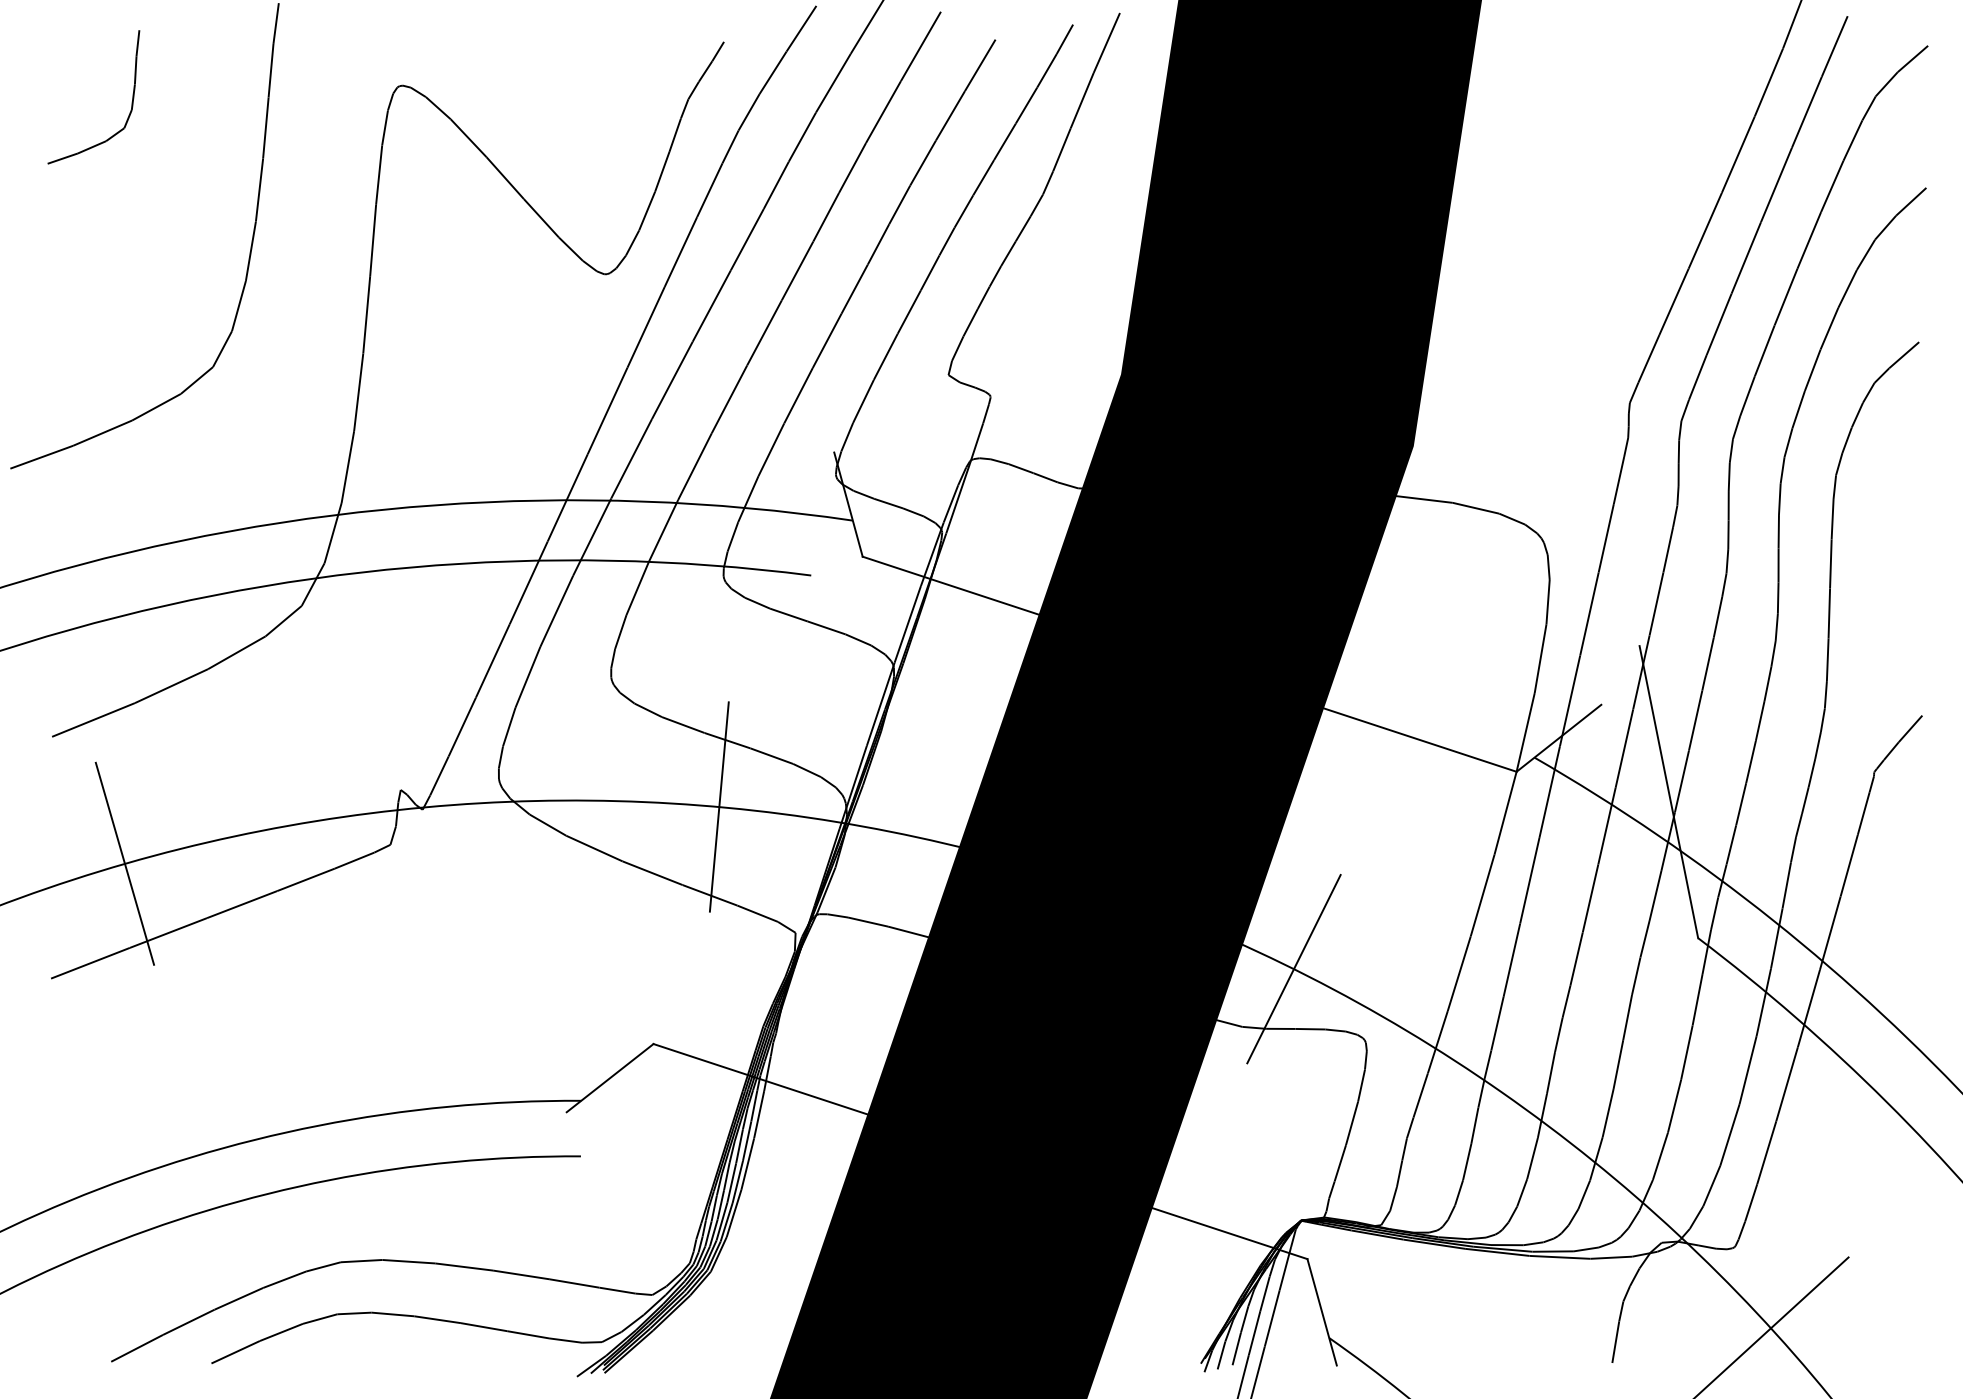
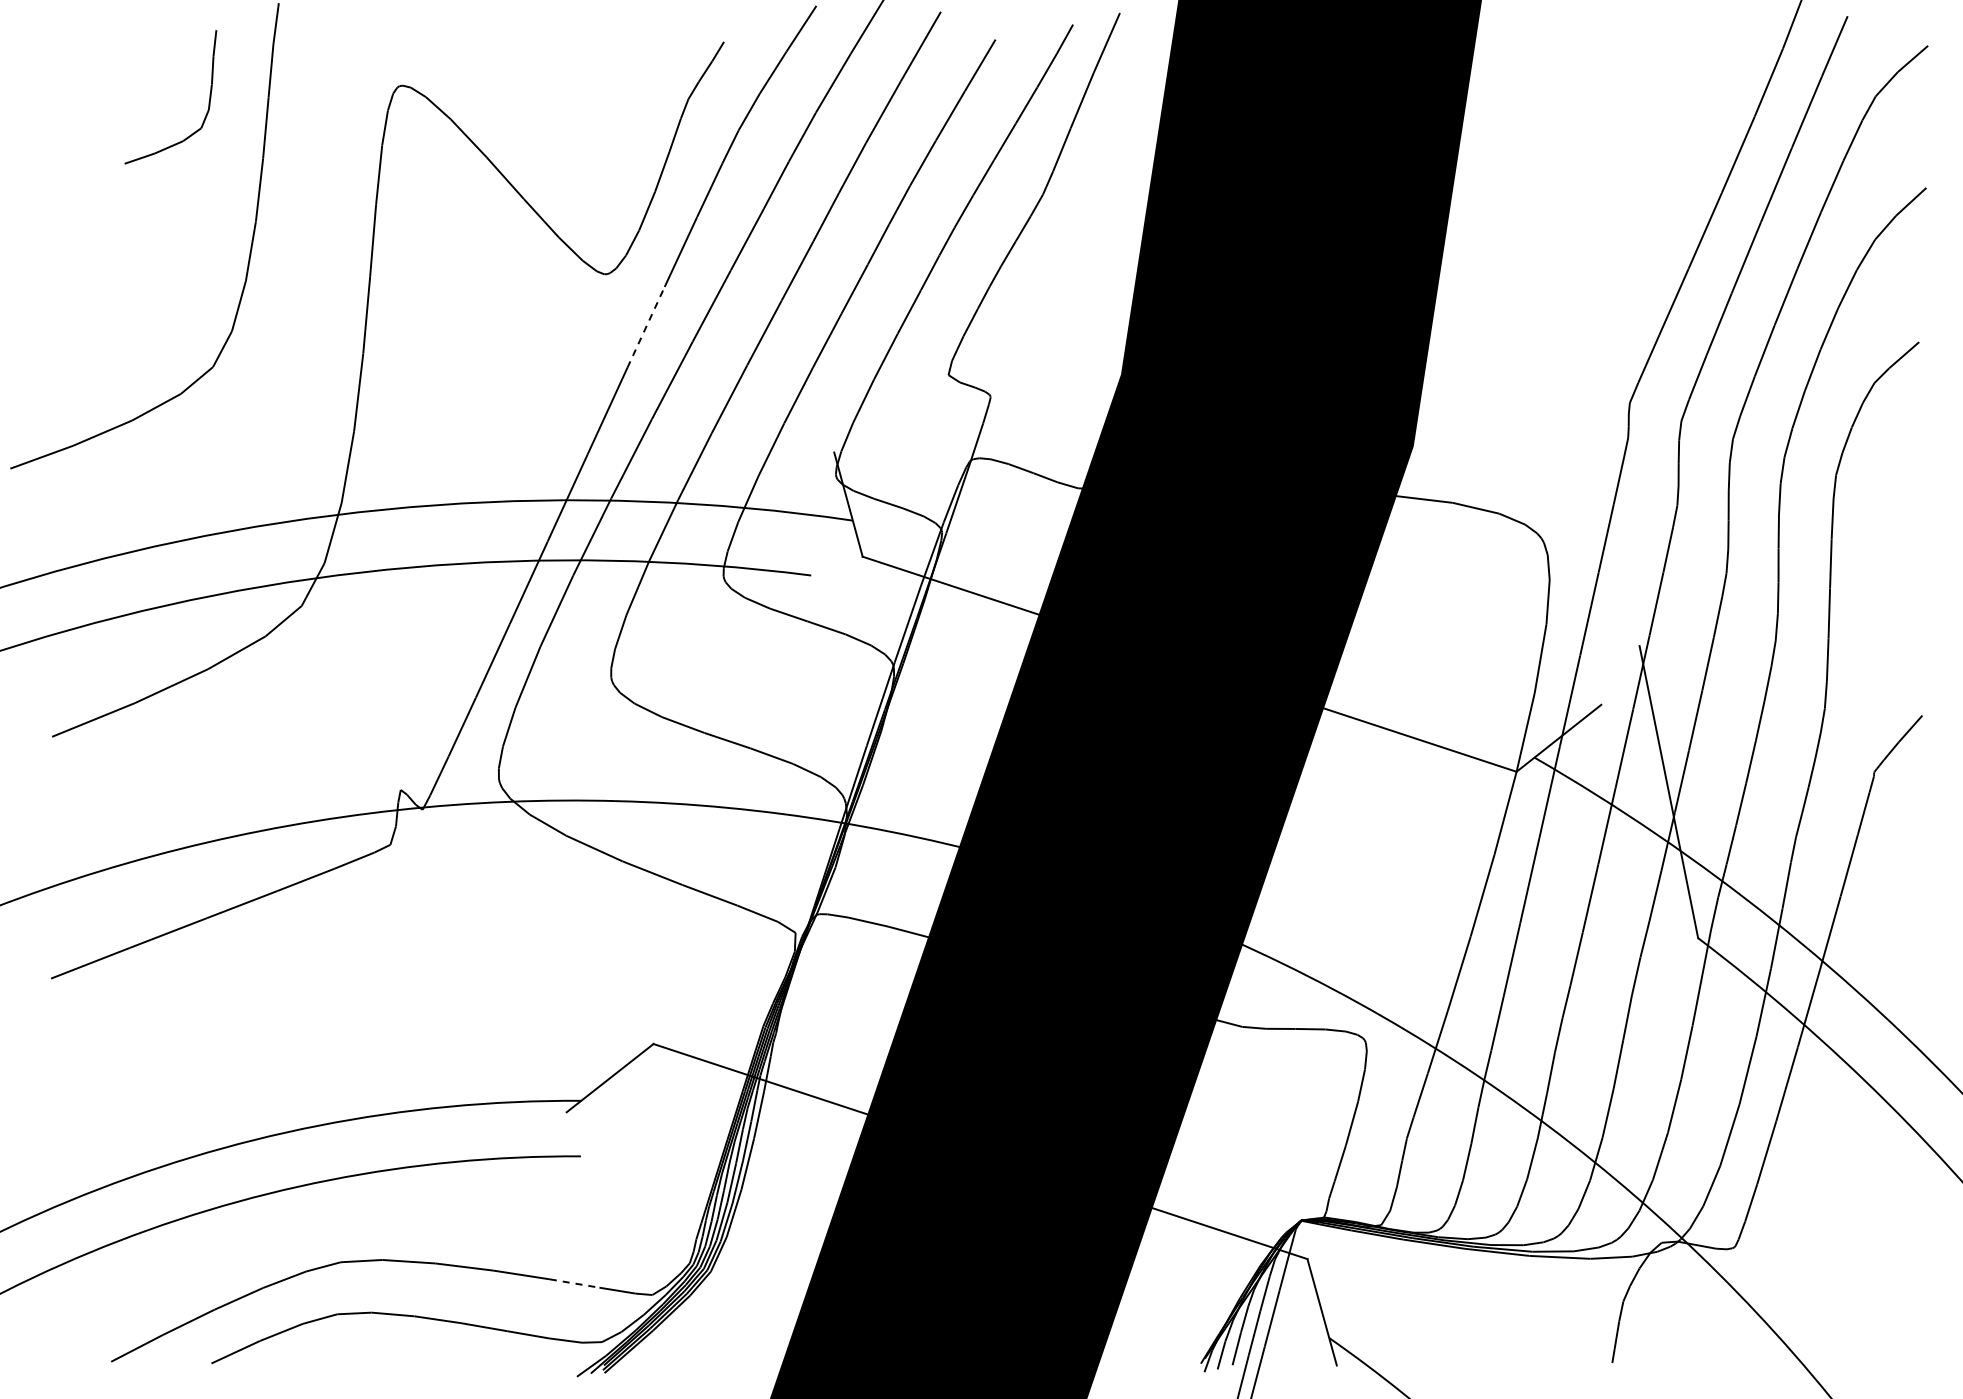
part at (131, 102) position: (131, 102) -> (208, 102)
line at (646, 326): solid -> dashed
line at (718, 806): present -> none
line at (124, 863): present -> none
line at (1293, 969): present -> none
line at (575, 1283): solid -> dashed
line at (1772, 1326): present -> none
